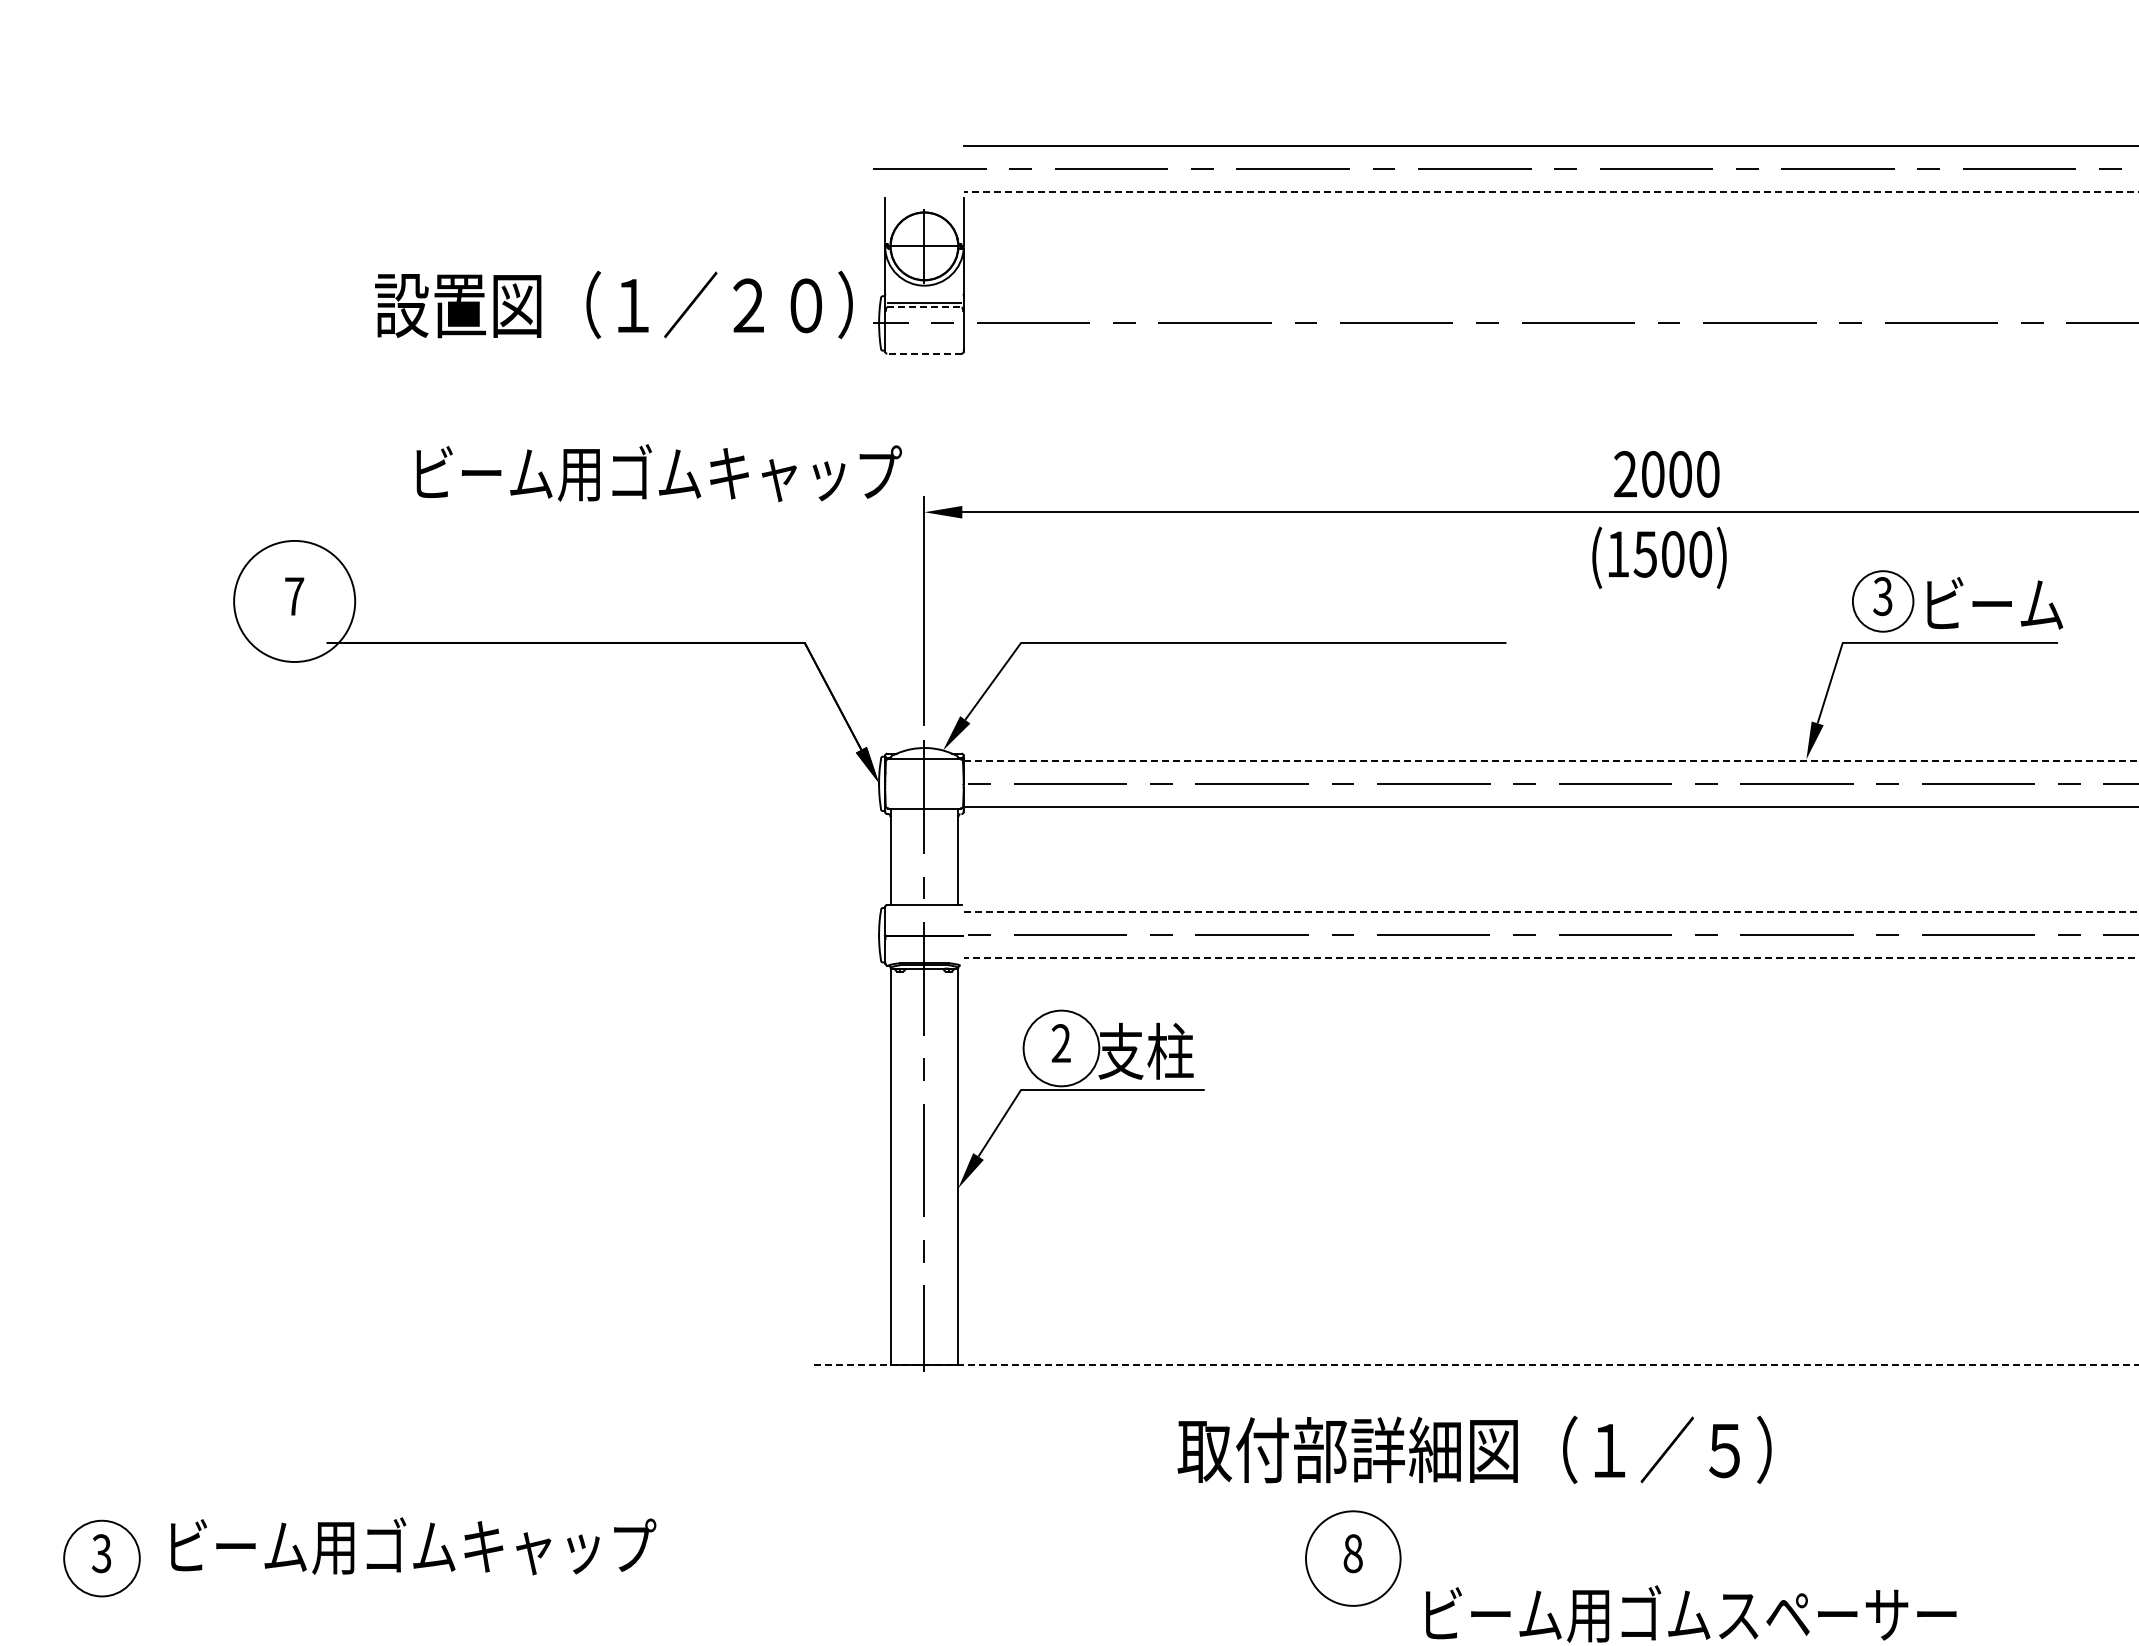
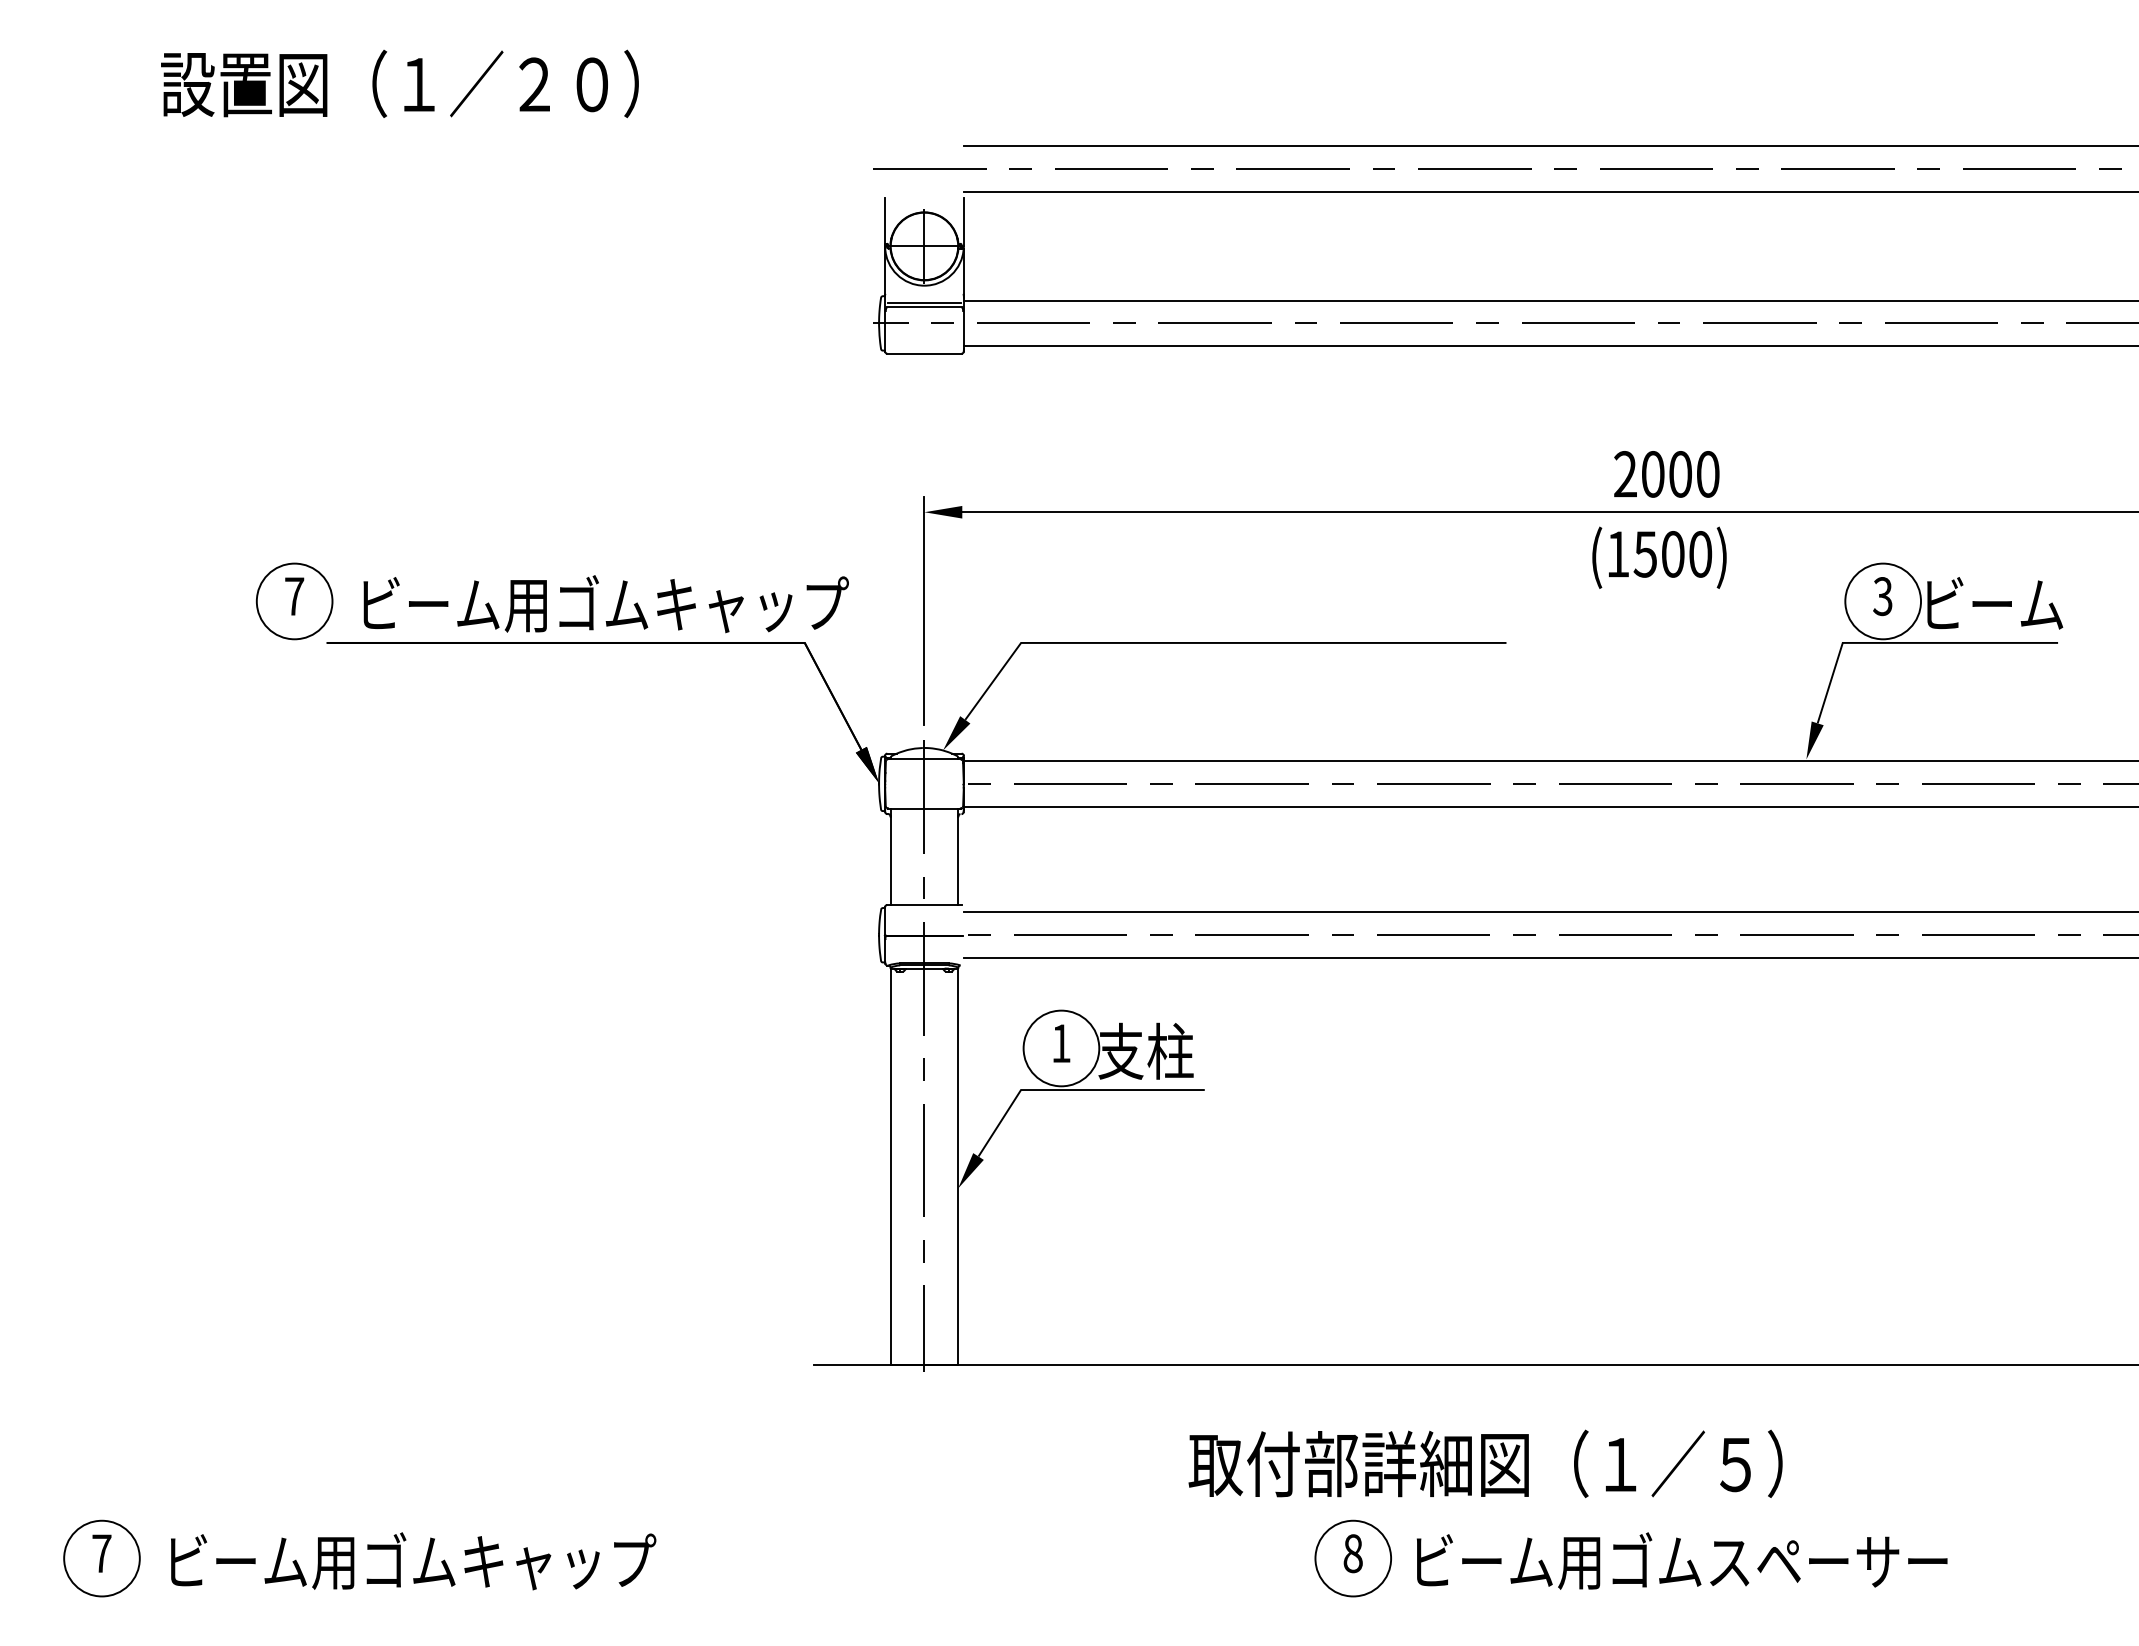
line at (1550, 192): dashed -> solid
line at (1549, 300): none -> present
text at (613, 304) position: (613, 304) -> (399, 83)
line at (924, 307): dashed -> solid
line at (1549, 346): none -> present
line at (923, 353): dashed -> solid
text at (658, 473) position: (658, 473) -> (605, 604)
circle at (294, 601) diameter: 121 px -> 76 px
circle at (1882, 601) diameter: 61 px -> 76 px
line at (1551, 761): dashed -> solid
line at (1551, 912): dashed -> solid
line at (1550, 958): dashed -> solid
text at (1060, 1043): 2 -> 1
line at (1477, 1364): dashed -> solid
text at (1474, 1449) position: (1474, 1449) -> (1485, 1463)
text at (413, 1546) position: (413, 1546) -> (413, 1561)
text at (101, 1553): 3 -> 7
circle at (1353, 1558) diameter: 95 px -> 76 px
text at (1690, 1613) position: (1690, 1613) -> (1681, 1560)
